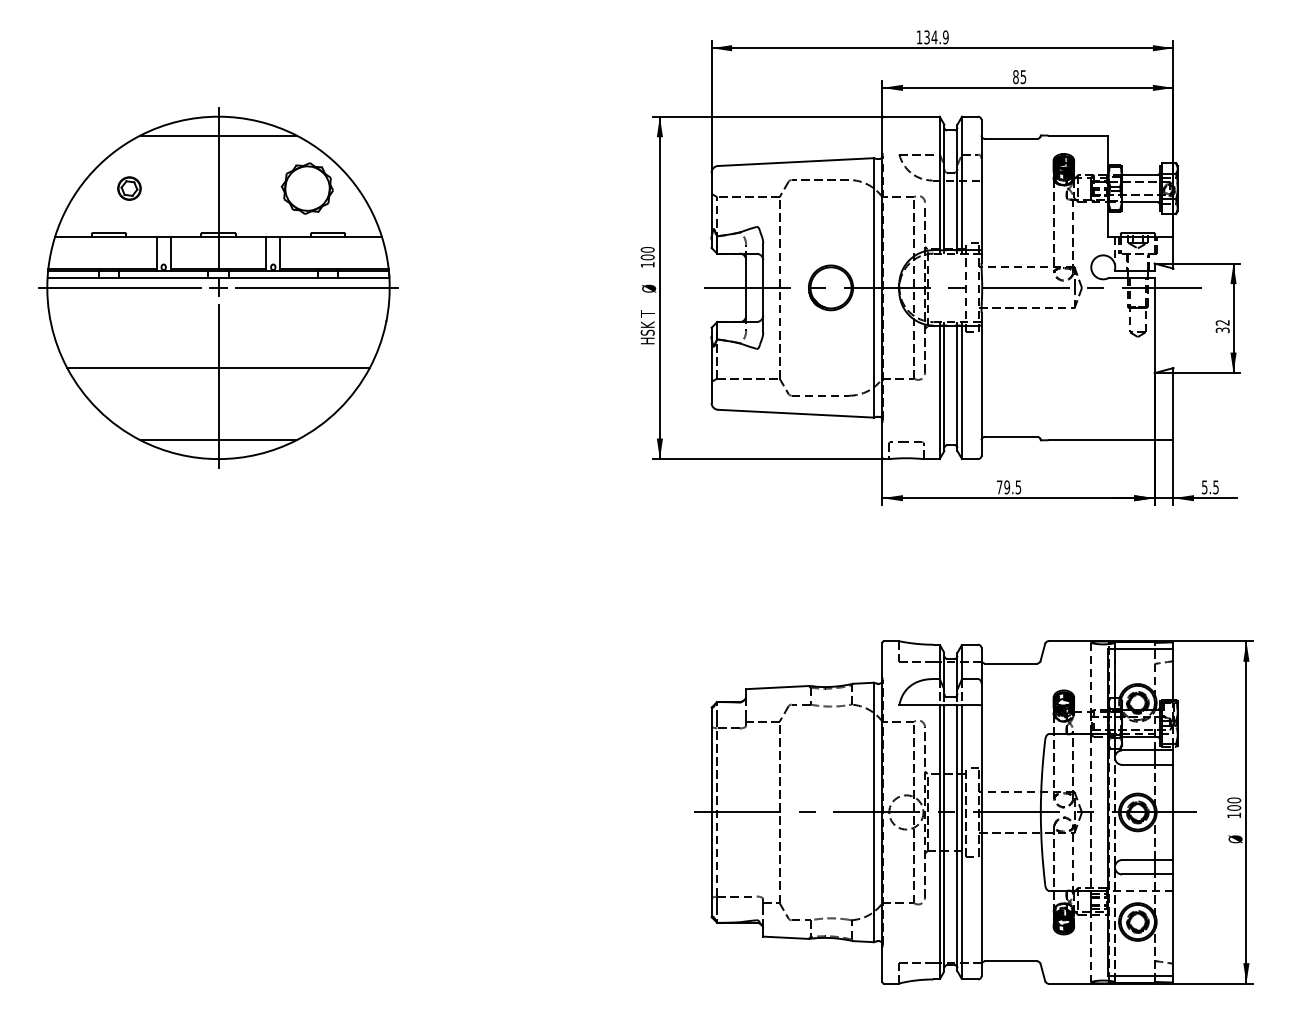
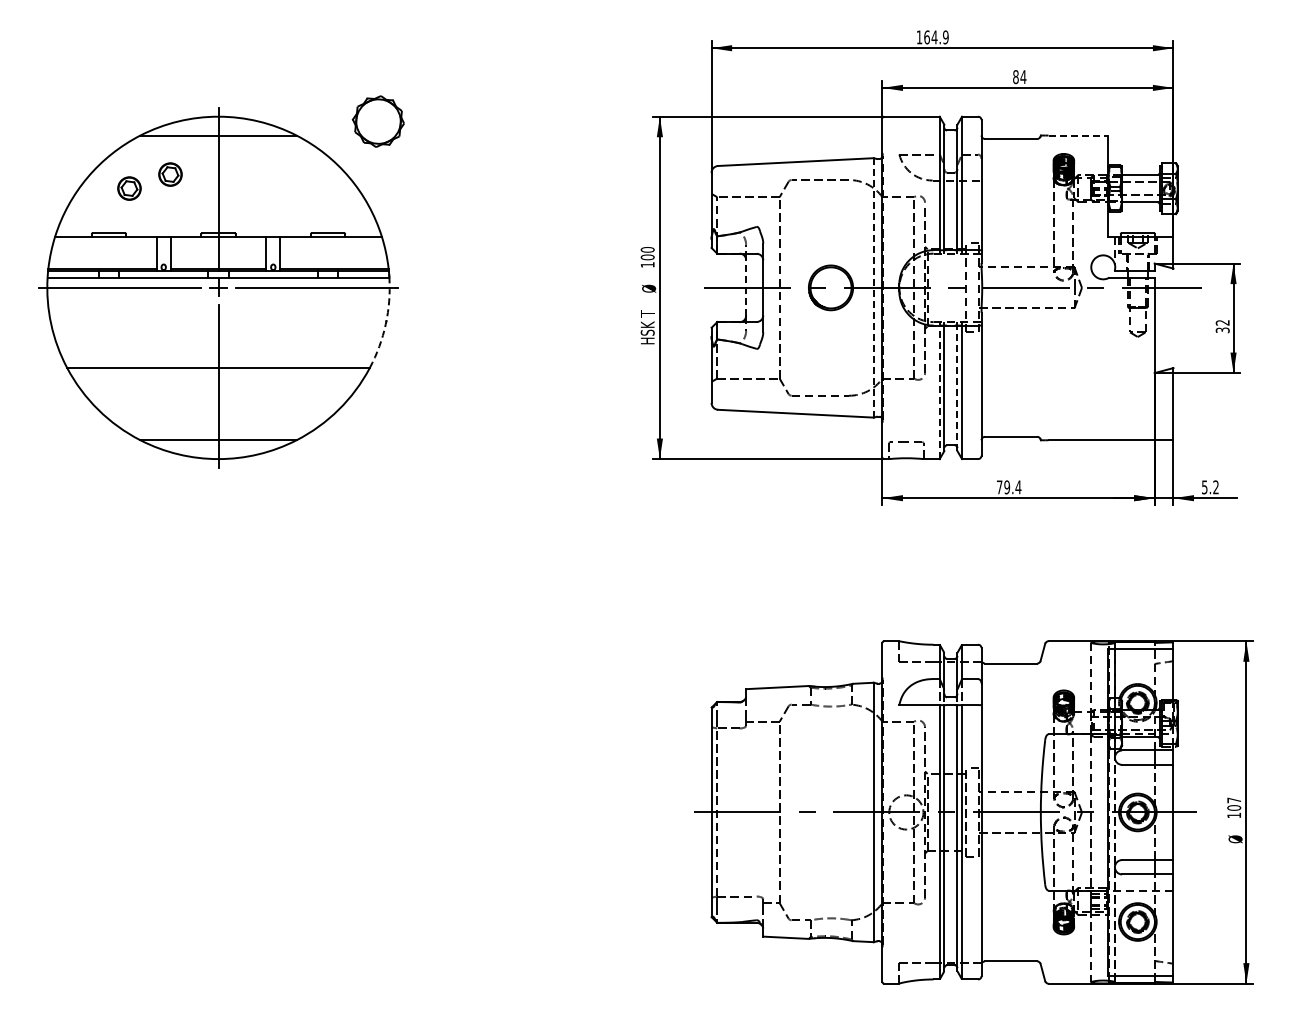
text at (926, 37): 134.9 -> 164.9
text at (1023, 77): 85 -> 84
line at (1078, 135): solid -> dashed
part at (170, 174): none -> present
part at (306, 188) position: (306, 188) -> (377, 121)
line at (746, 287): solid -> dashed
line at (873, 287): solid -> dashed
arc at (385, 324): solid -> dashed
line at (957, 388): solid -> dashed
line at (939, 392): solid -> dashed
text at (1018, 487): 79.5 -> 79.4
text at (1215, 487): 5.5 -> 5.2
text at (1234, 800): 100 -> 107
